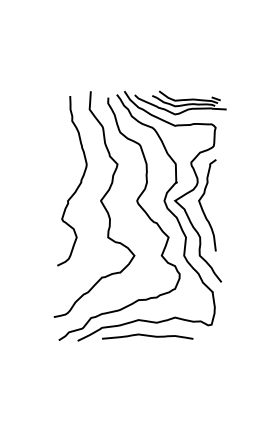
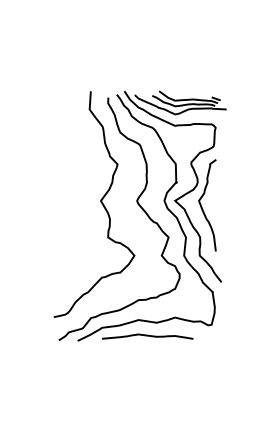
curve at (78, 184): present -> none
